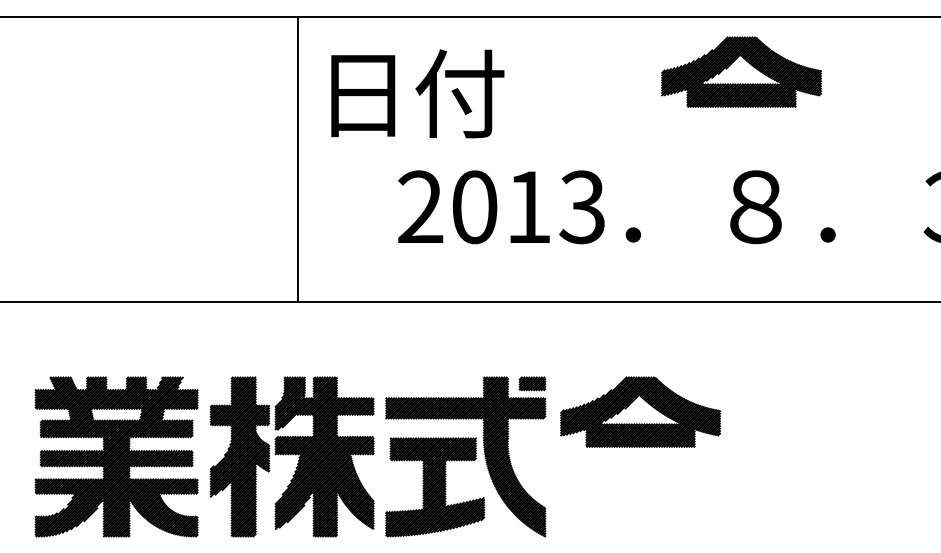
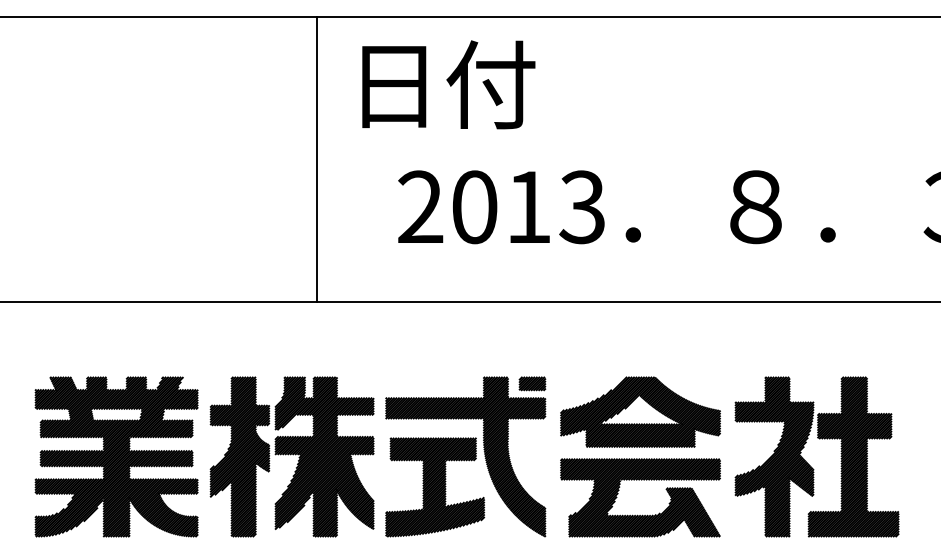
part at (741, 71): present -> none
text at (417, 93) position: (417, 93) -> (448, 84)
line at (298, 159) position: (298, 159) -> (317, 159)
part at (808, 463): none -> present
part at (640, 514): none -> present
